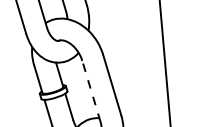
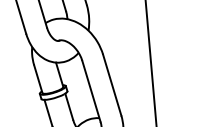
line at (164, 62) position: (164, 62) -> (150, 62)
line at (91, 91): dashed -> solid
